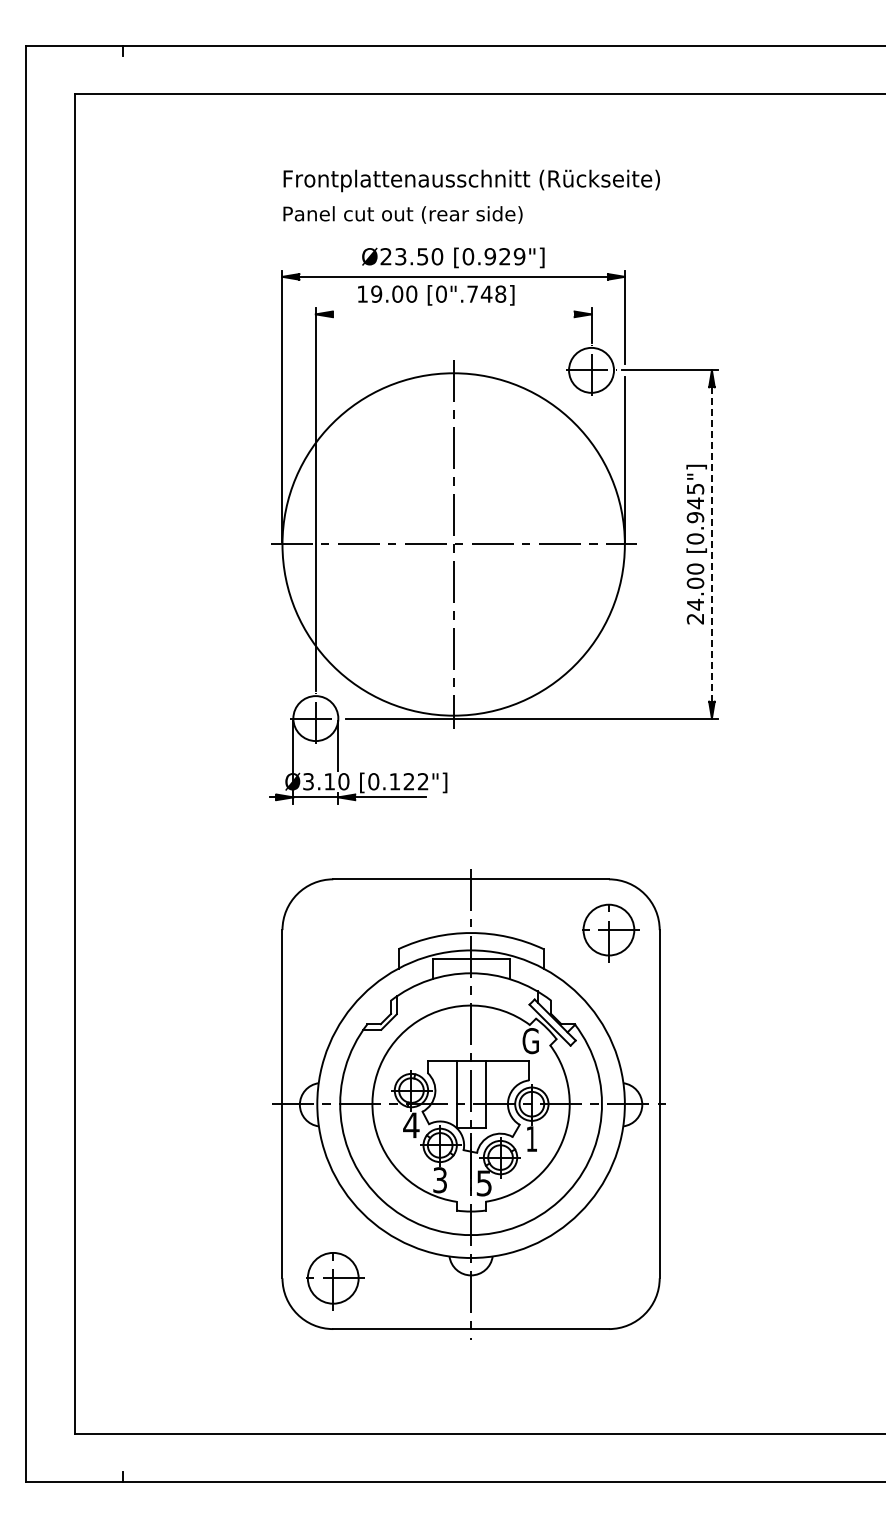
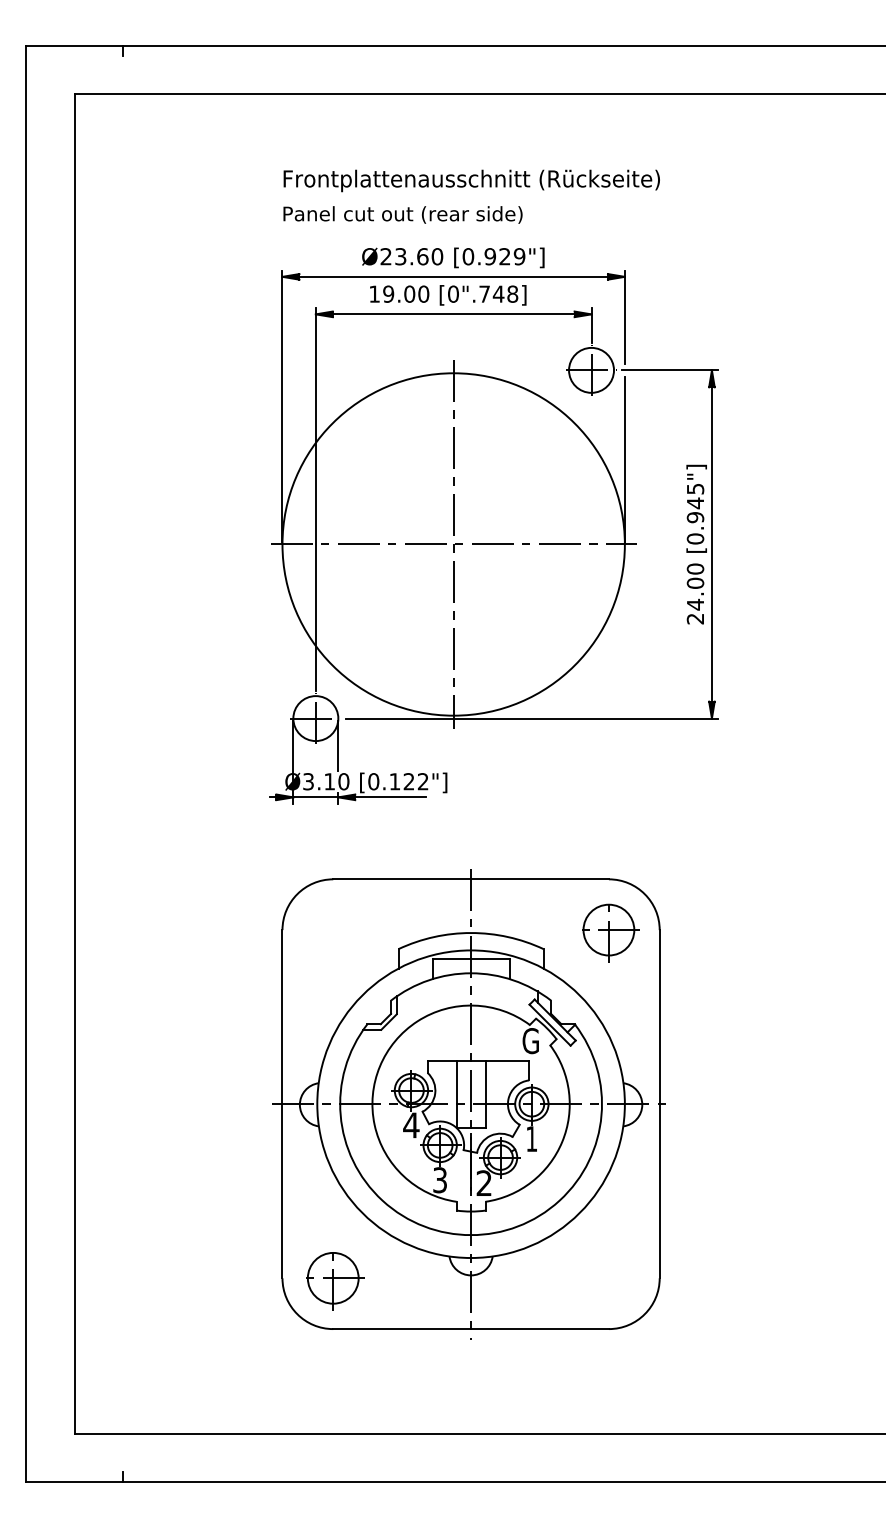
text at (422, 256): Ø23.50 -> Ø23.60
text at (436, 295) position: (436, 295) -> (448, 295)
line at (453, 314): none -> present
line at (711, 544): dashed -> solid
text at (483, 1183): 5 -> 2
